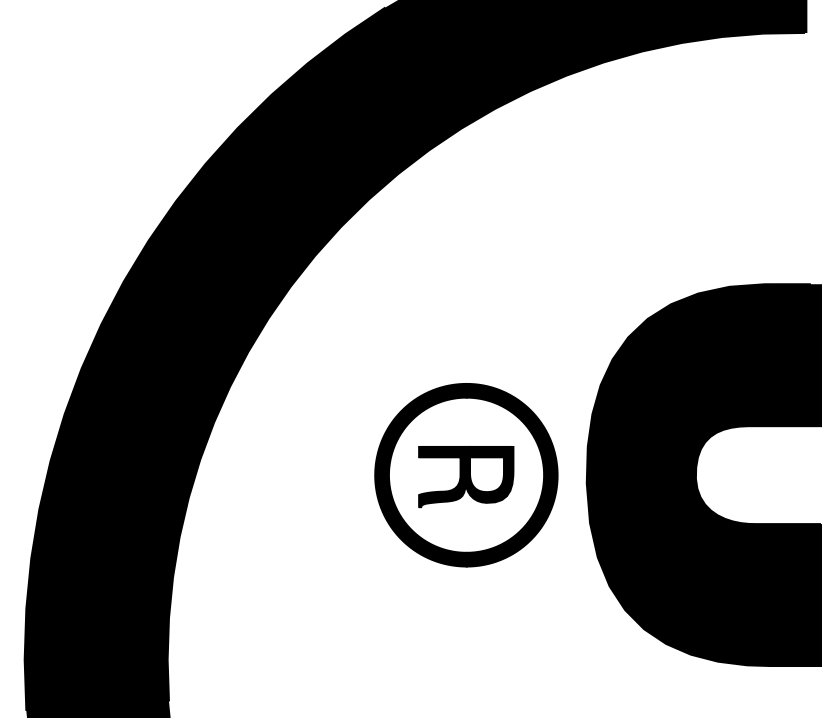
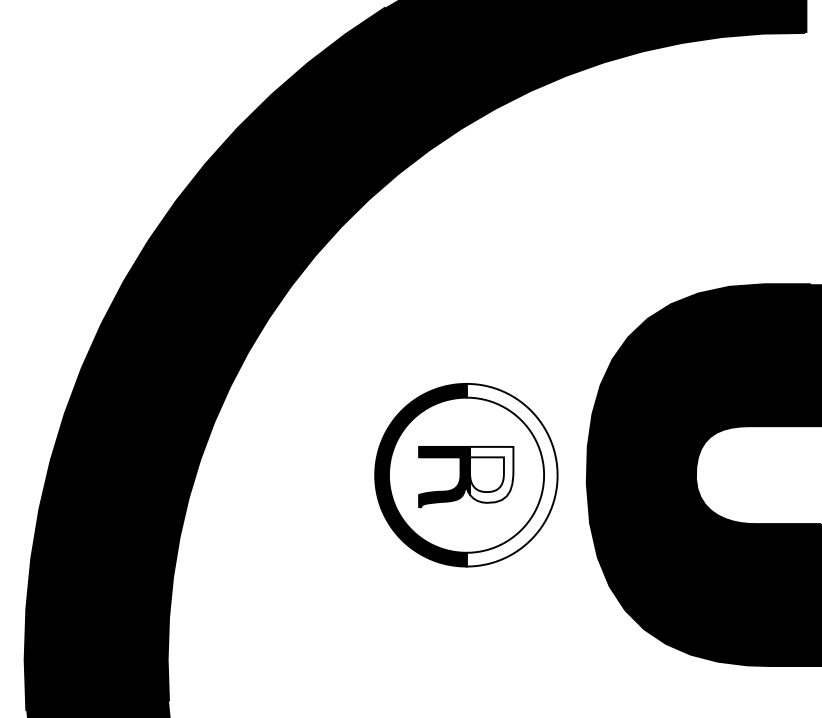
fill at (491, 474): present -> none
fill at (511, 474): present -> none
